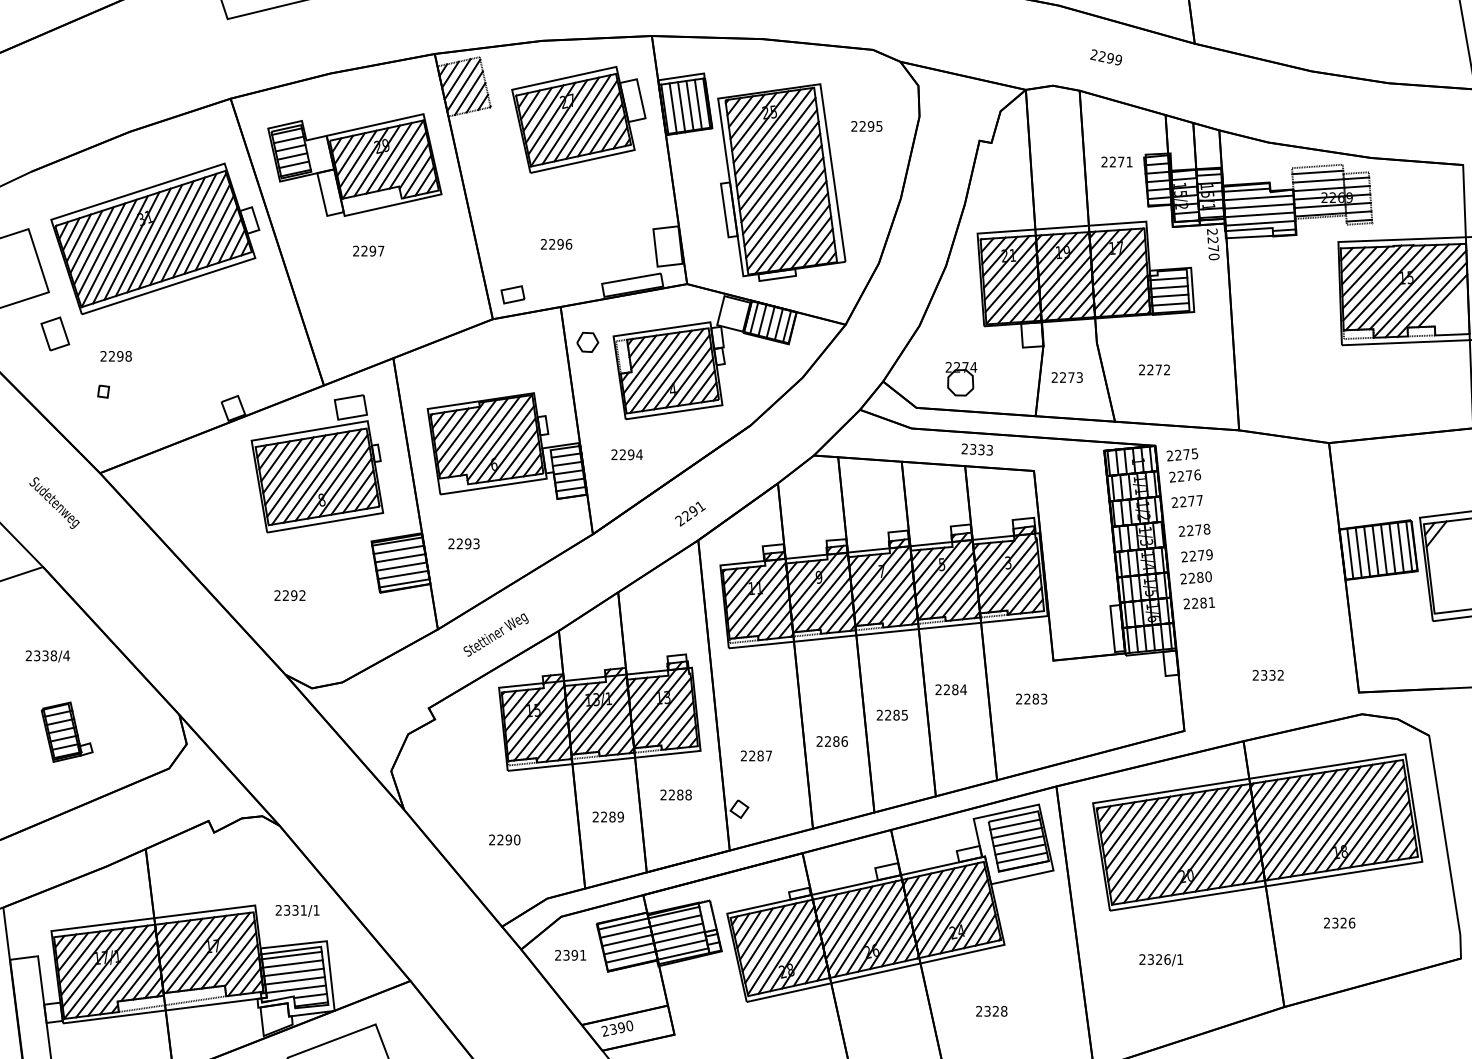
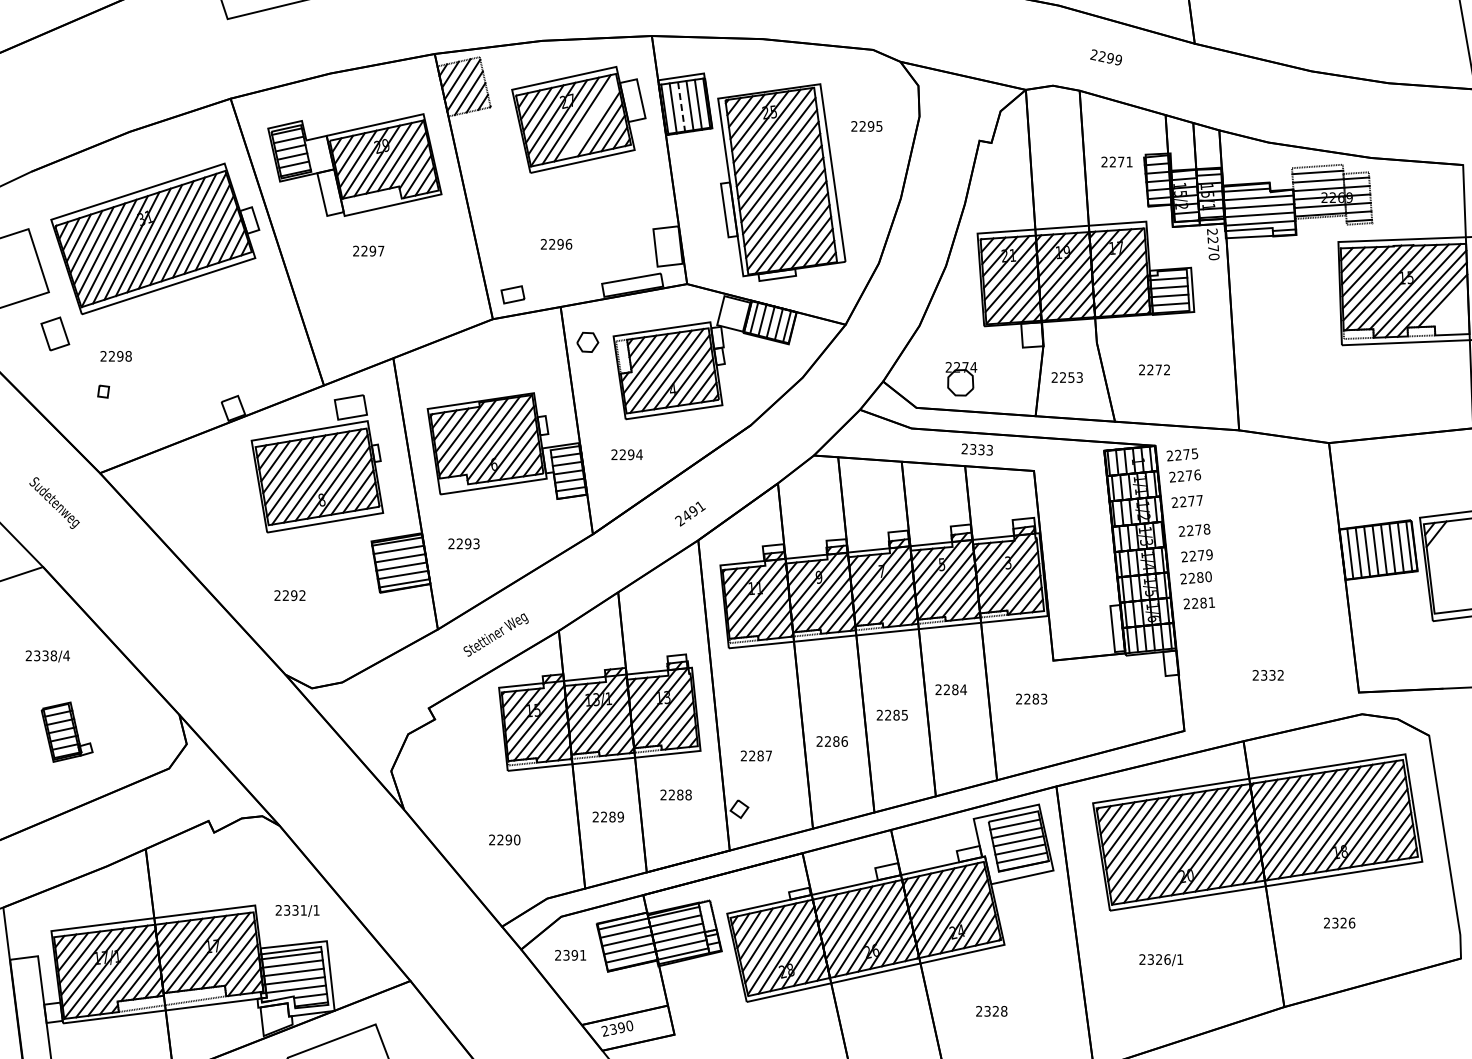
line at (681, 107): solid -> dashed
line at (591, 119): present -> none
text at (1071, 377): 2273 -> 2253
text at (686, 515): 2291 -> 2491
